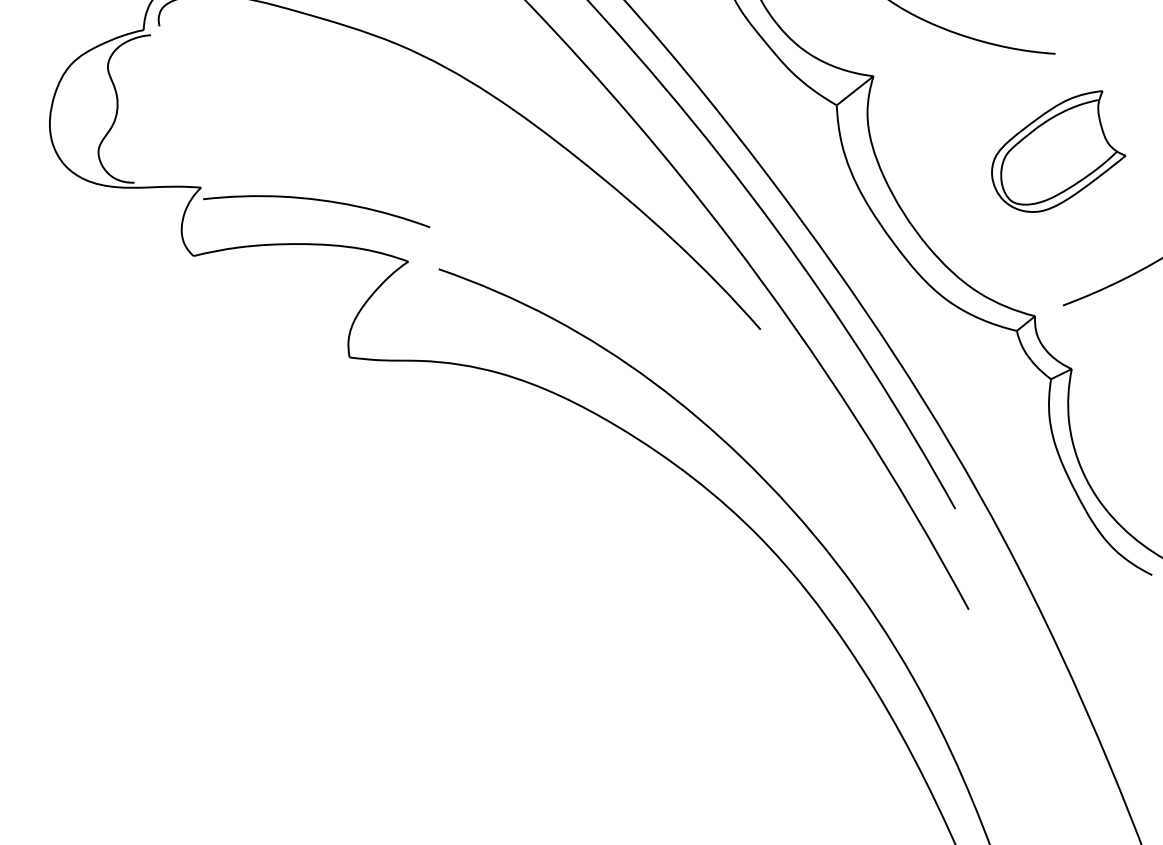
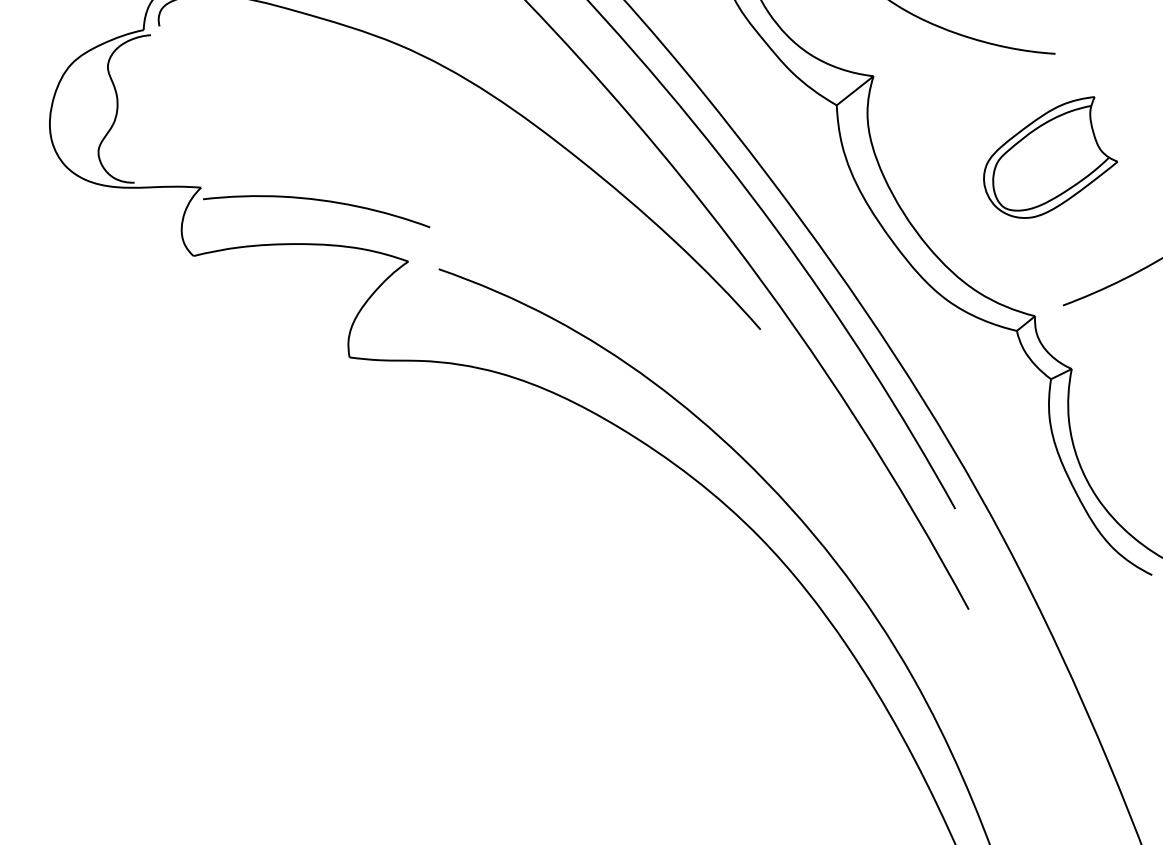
part at (1058, 151) position: (1058, 151) -> (1050, 157)
